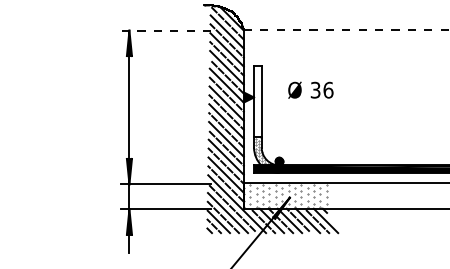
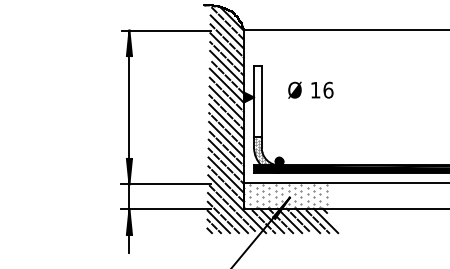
line at (166, 30): dashed -> solid
line at (346, 30): dashed -> solid
text at (315, 89): 36 -> 16
